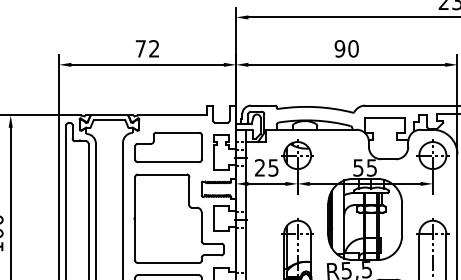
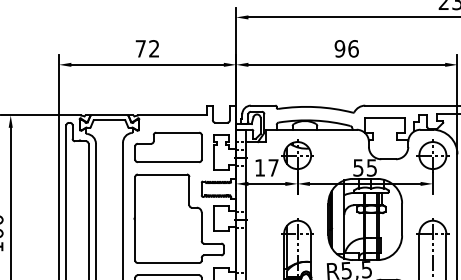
text at (353, 48): 90 -> 96
text at (266, 167): 25 -> 17
